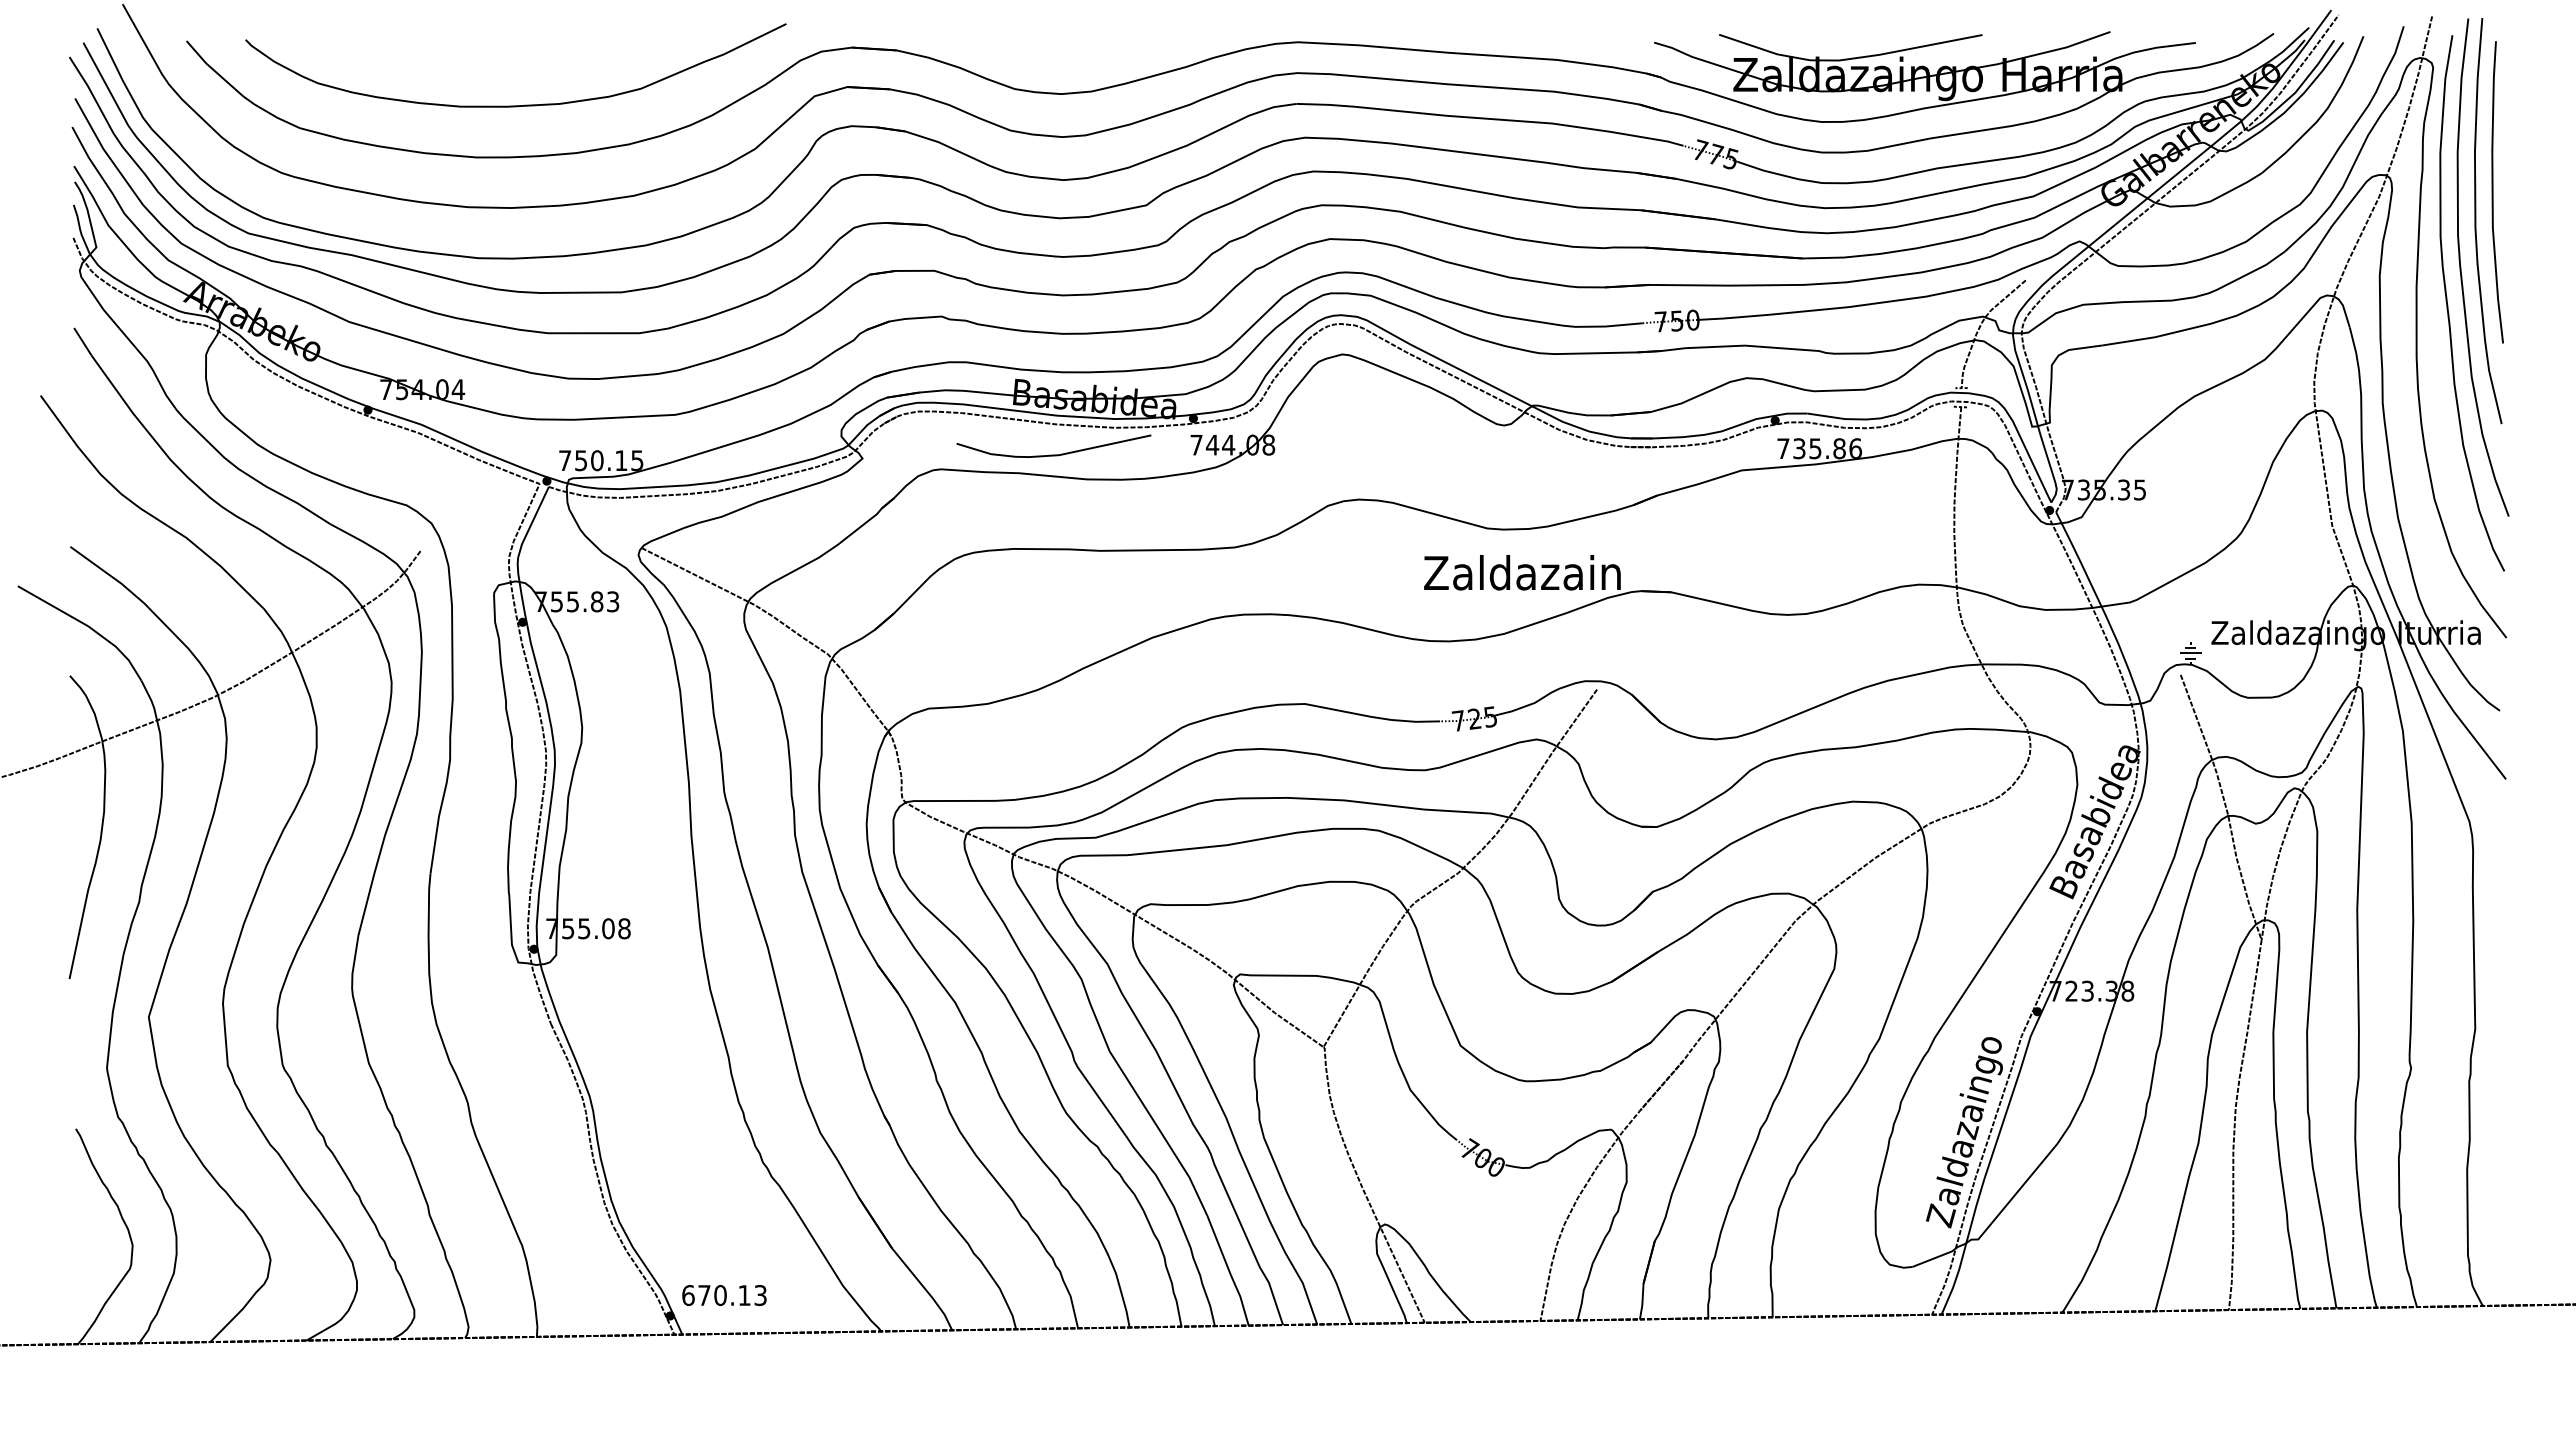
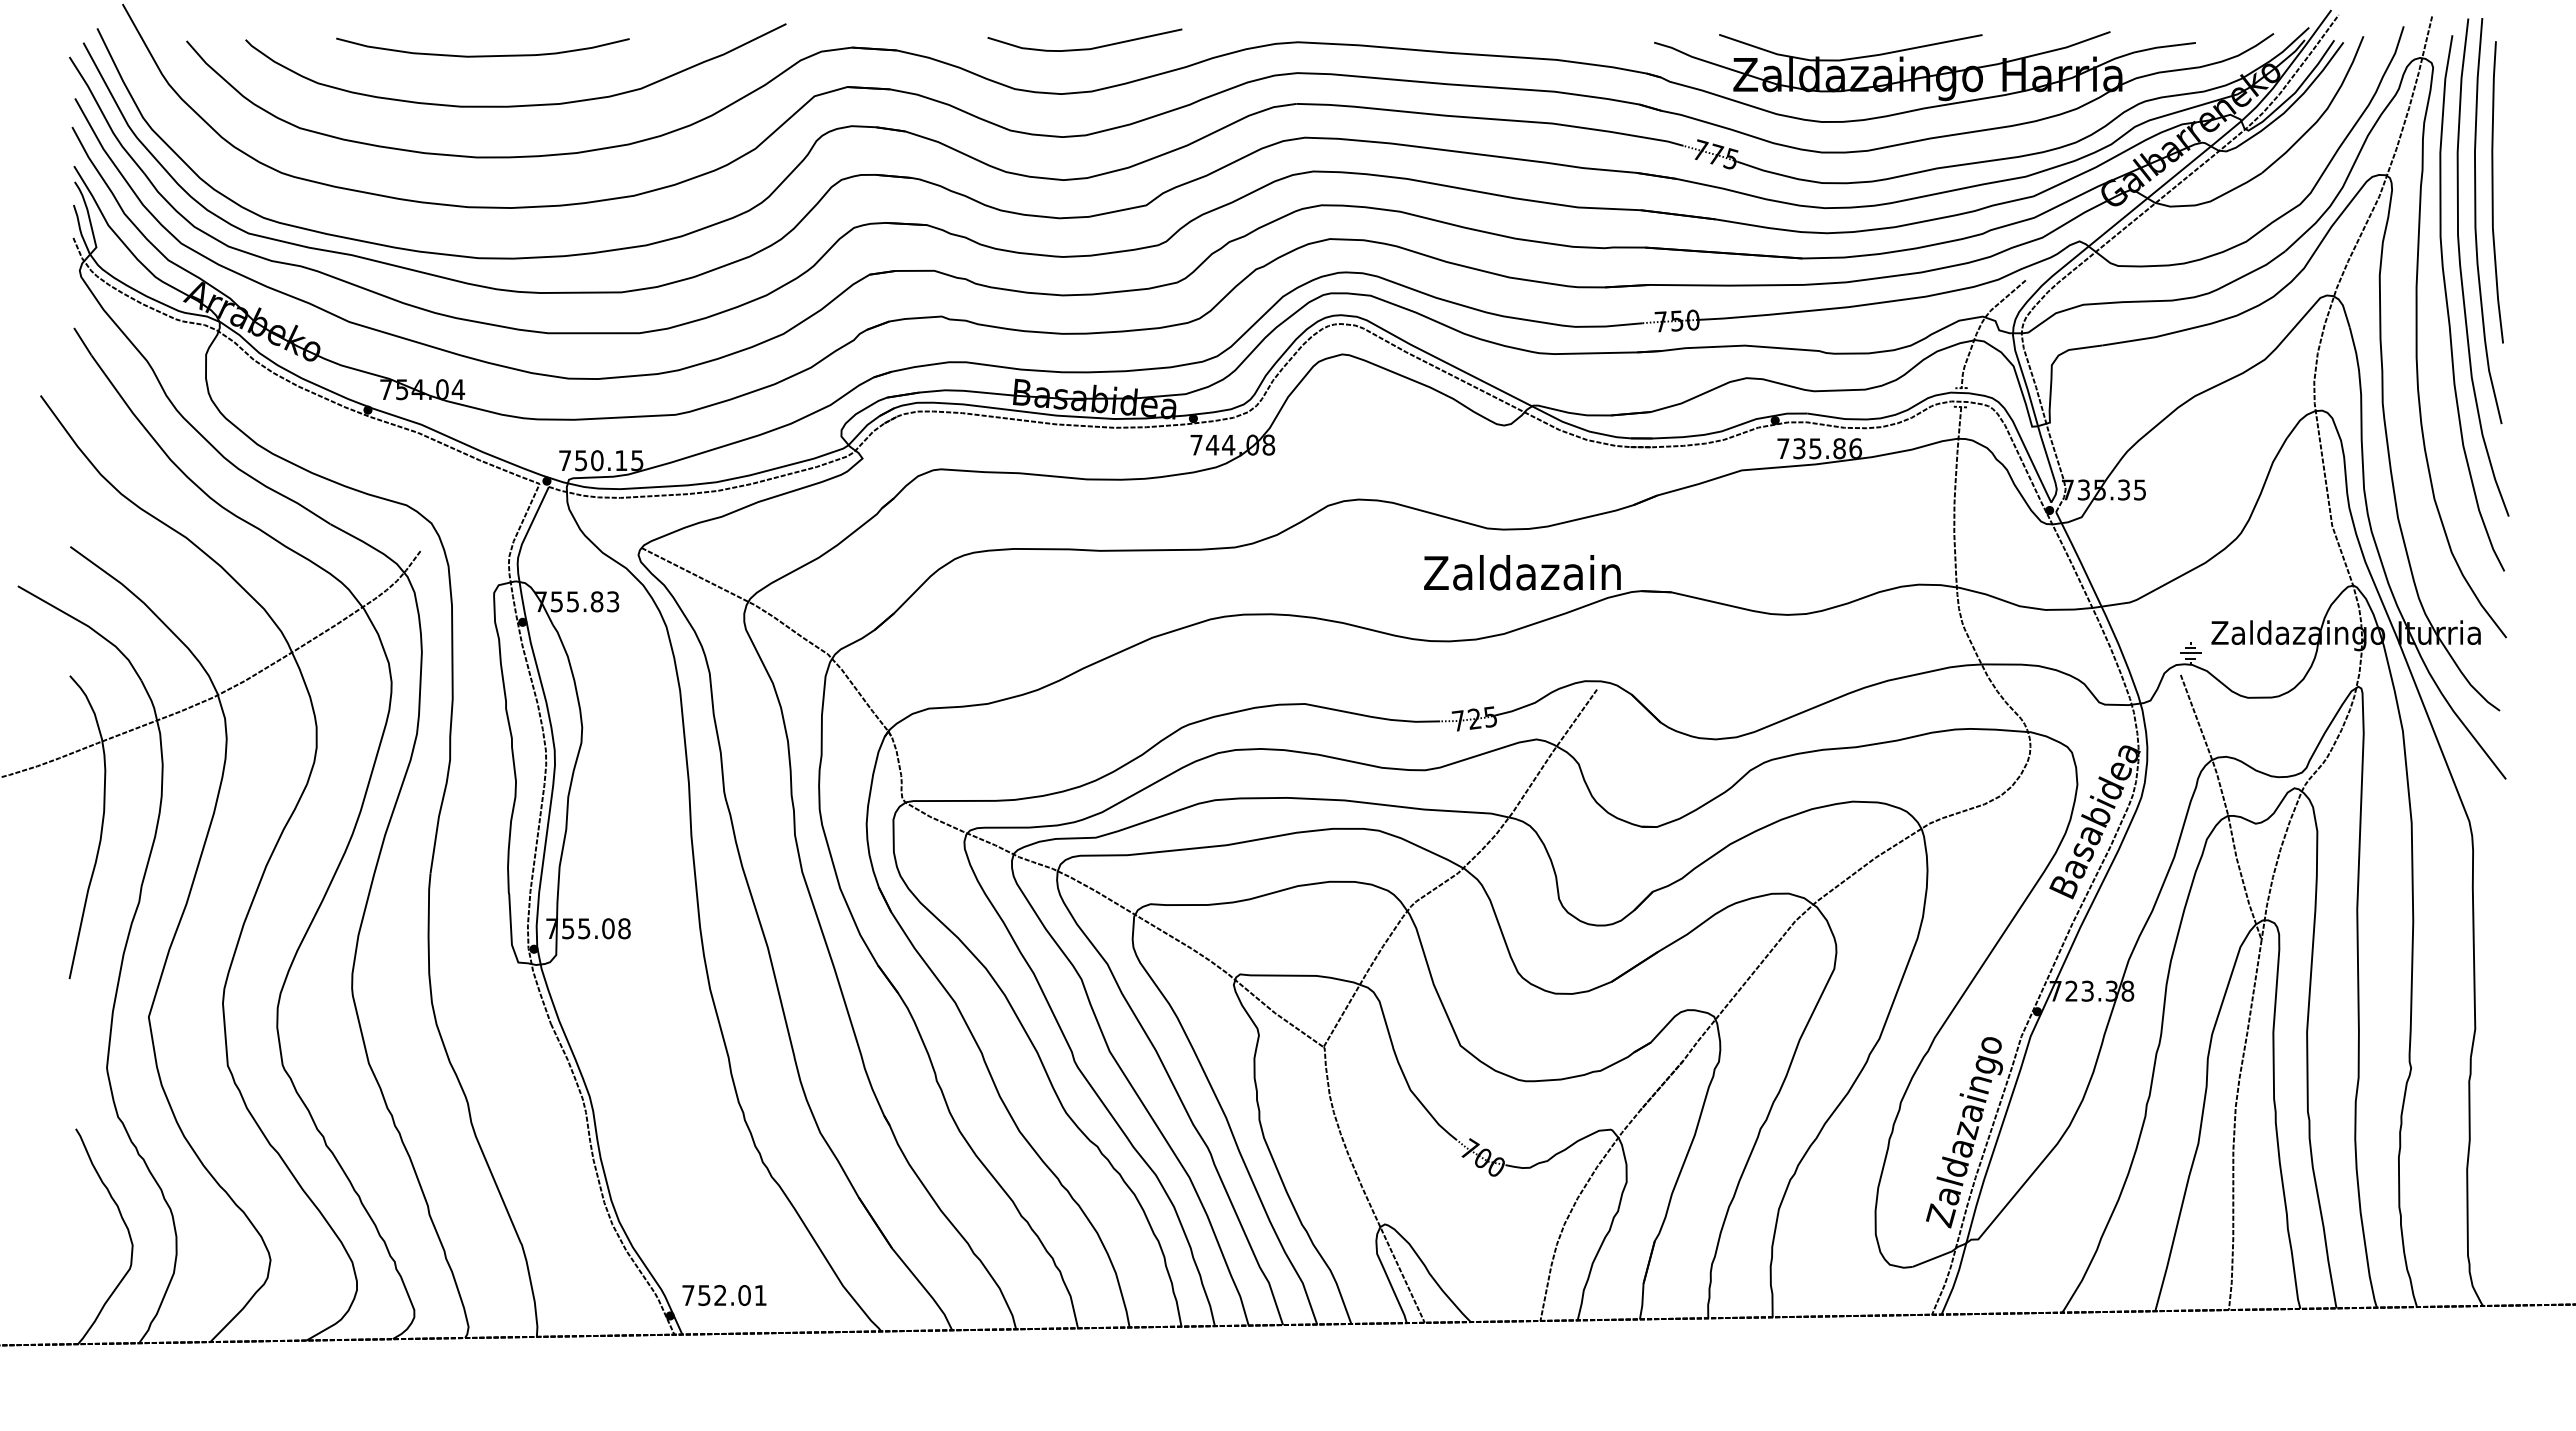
curve at (482, 55): none -> present
curve at (1053, 454) position: (1053, 454) -> (1084, 48)
text at (724, 1295): 670.13 -> 752.01
